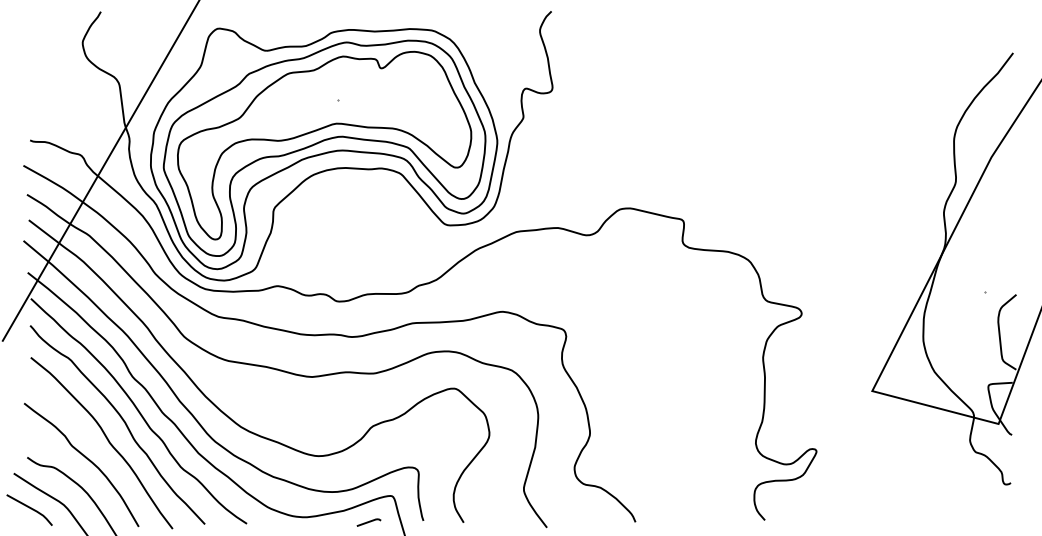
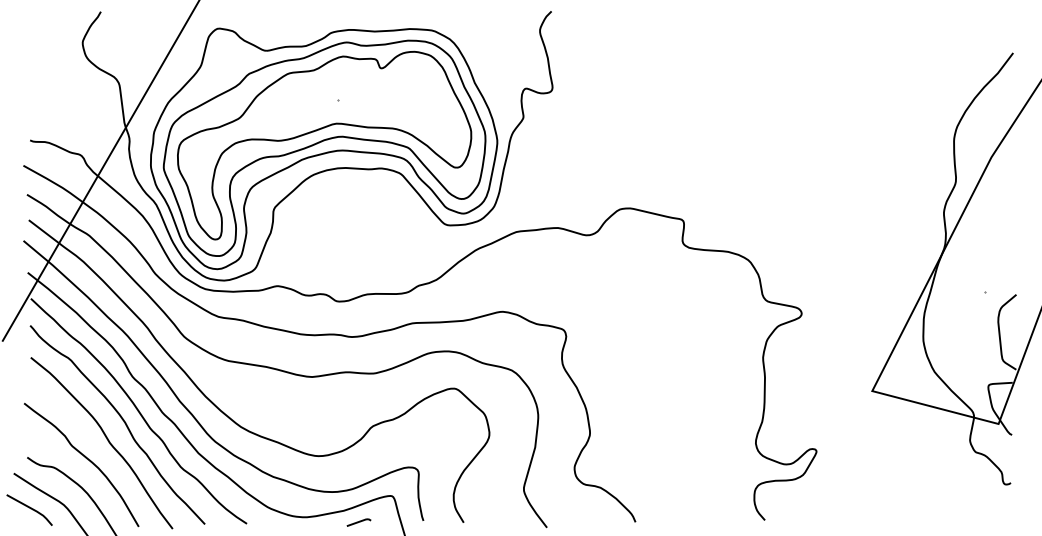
line at (368, 522) position: (368, 522) -> (358, 522)
